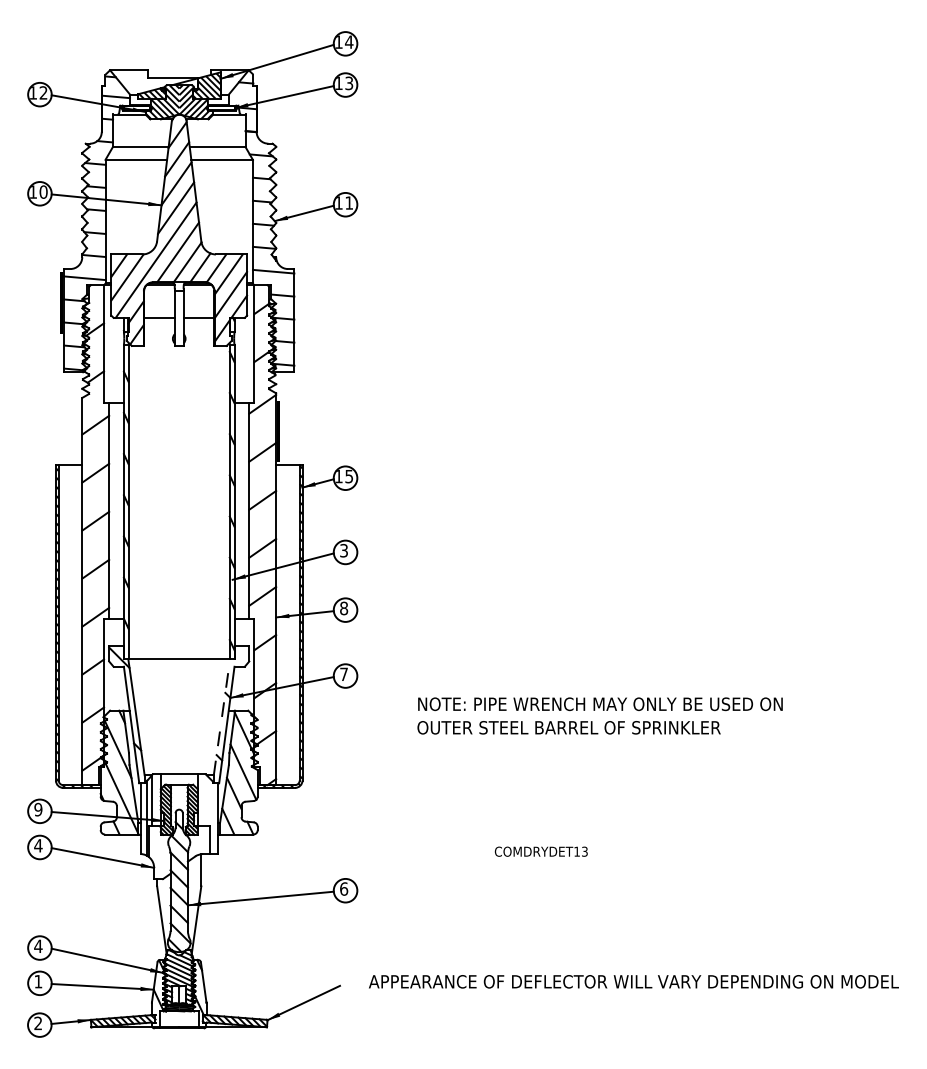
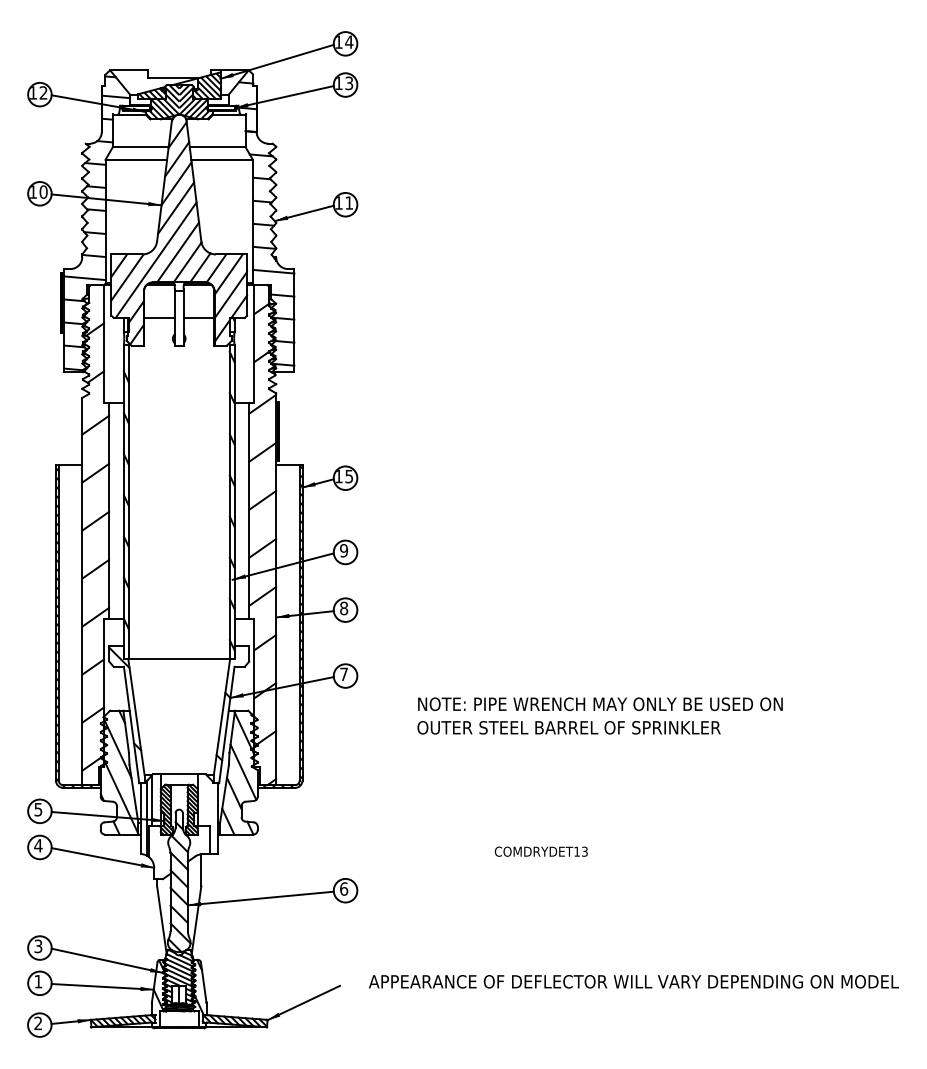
text at (344, 550): 3 -> 9
line at (221, 717): dashed -> solid
text at (38, 809): 9 -> 5
text at (38, 946): 4 -> 3
